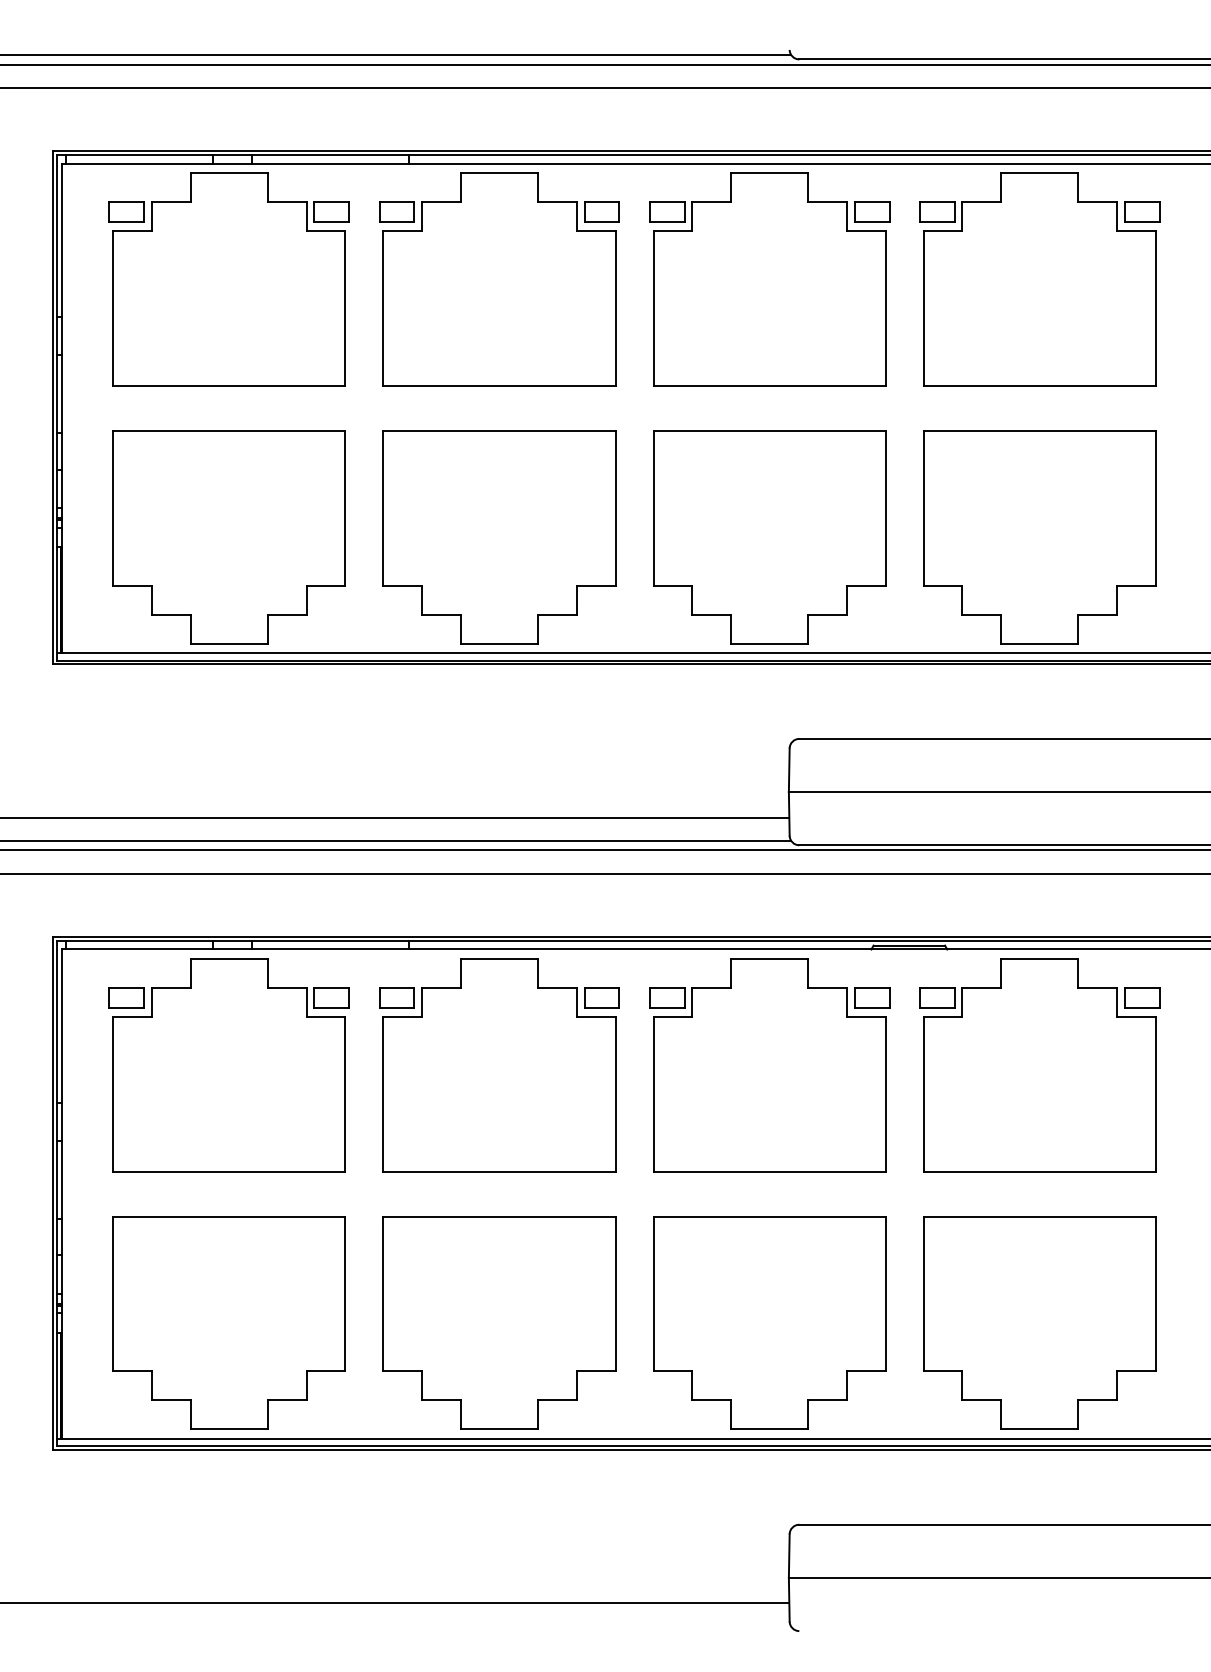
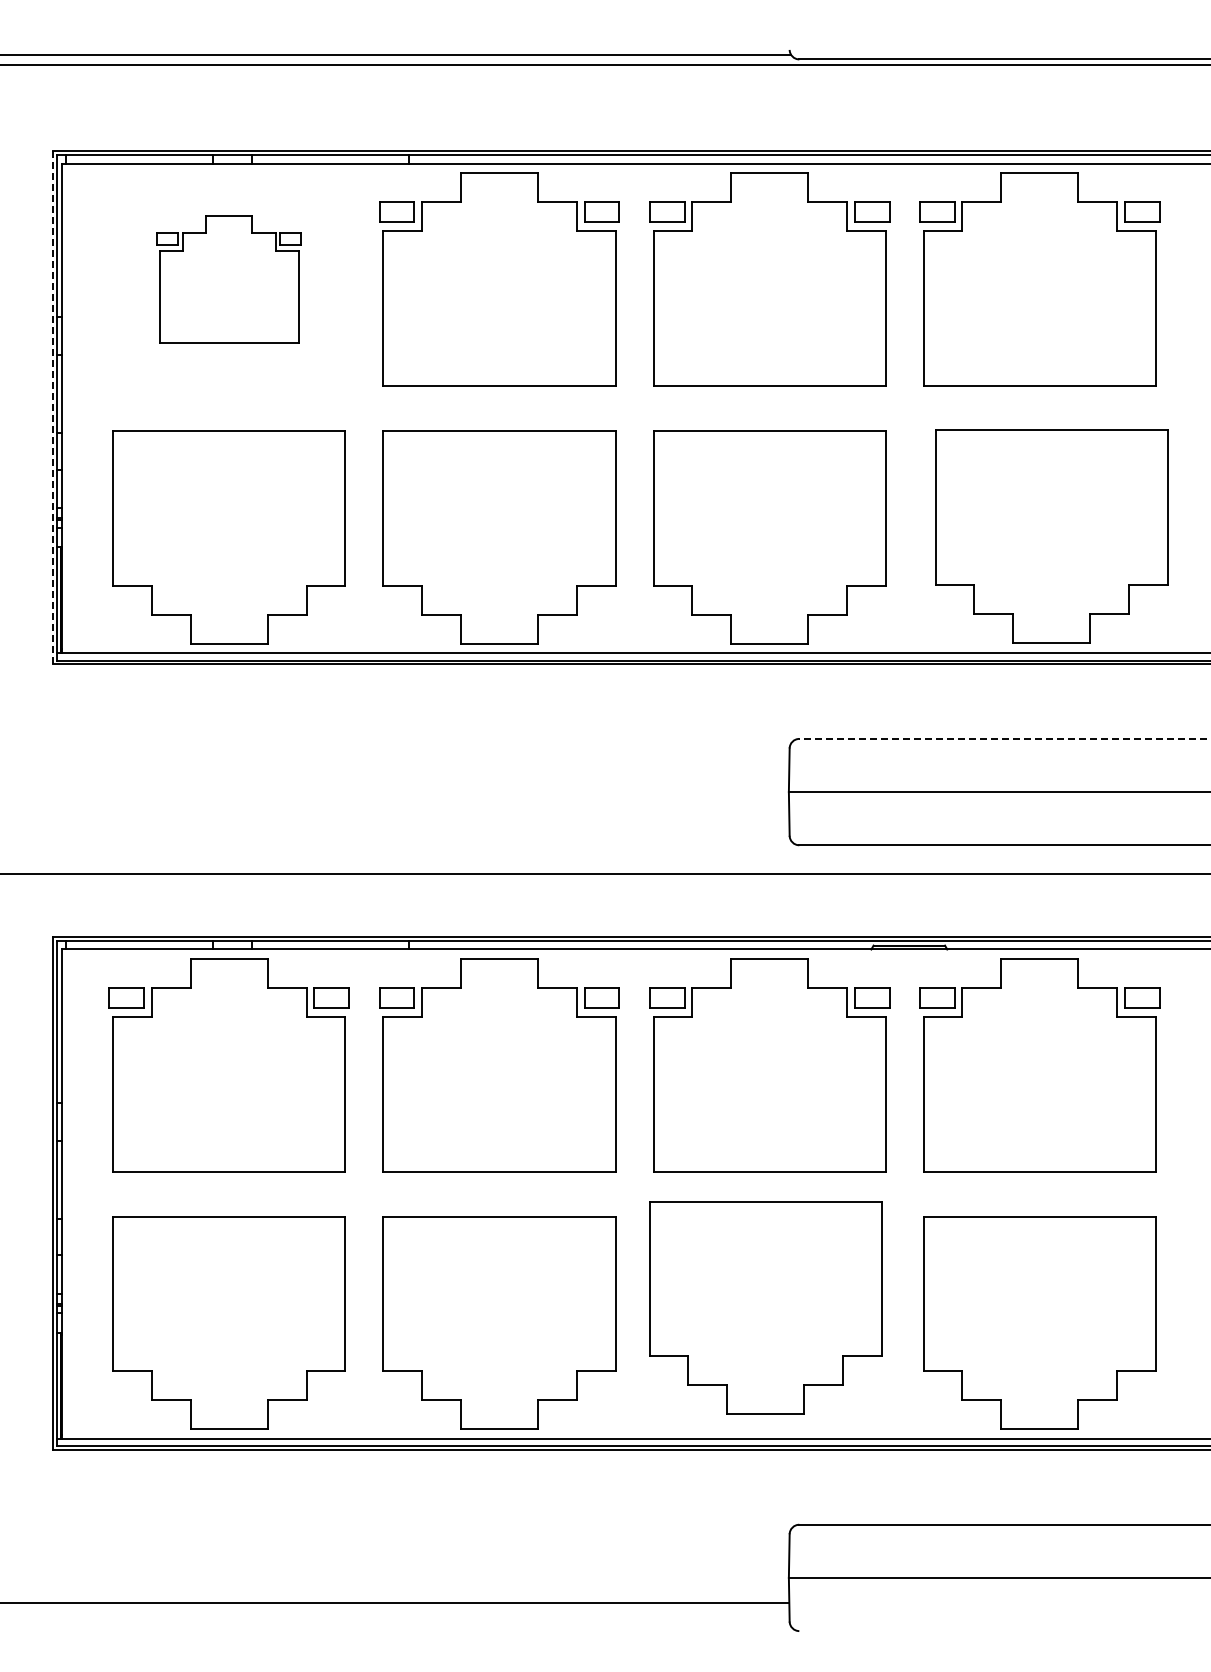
line at (604, 87): present -> none
part at (228, 279) size: 242x215 px -> 146x129 px
line at (52, 407): solid -> dashed
part at (1039, 537) position: (1039, 537) -> (1051, 536)
line at (1004, 738): solid -> dashed
line at (395, 817): present -> none
line at (396, 840): present -> none
line at (604, 850): present -> none
part at (769, 1322) position: (769, 1322) -> (765, 1307)
